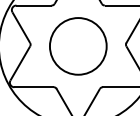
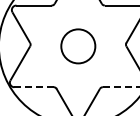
circle at (77, 46) diameter: 57 px -> 34 px
line at (34, 87): solid -> dashed
line at (121, 87): solid -> dashed
